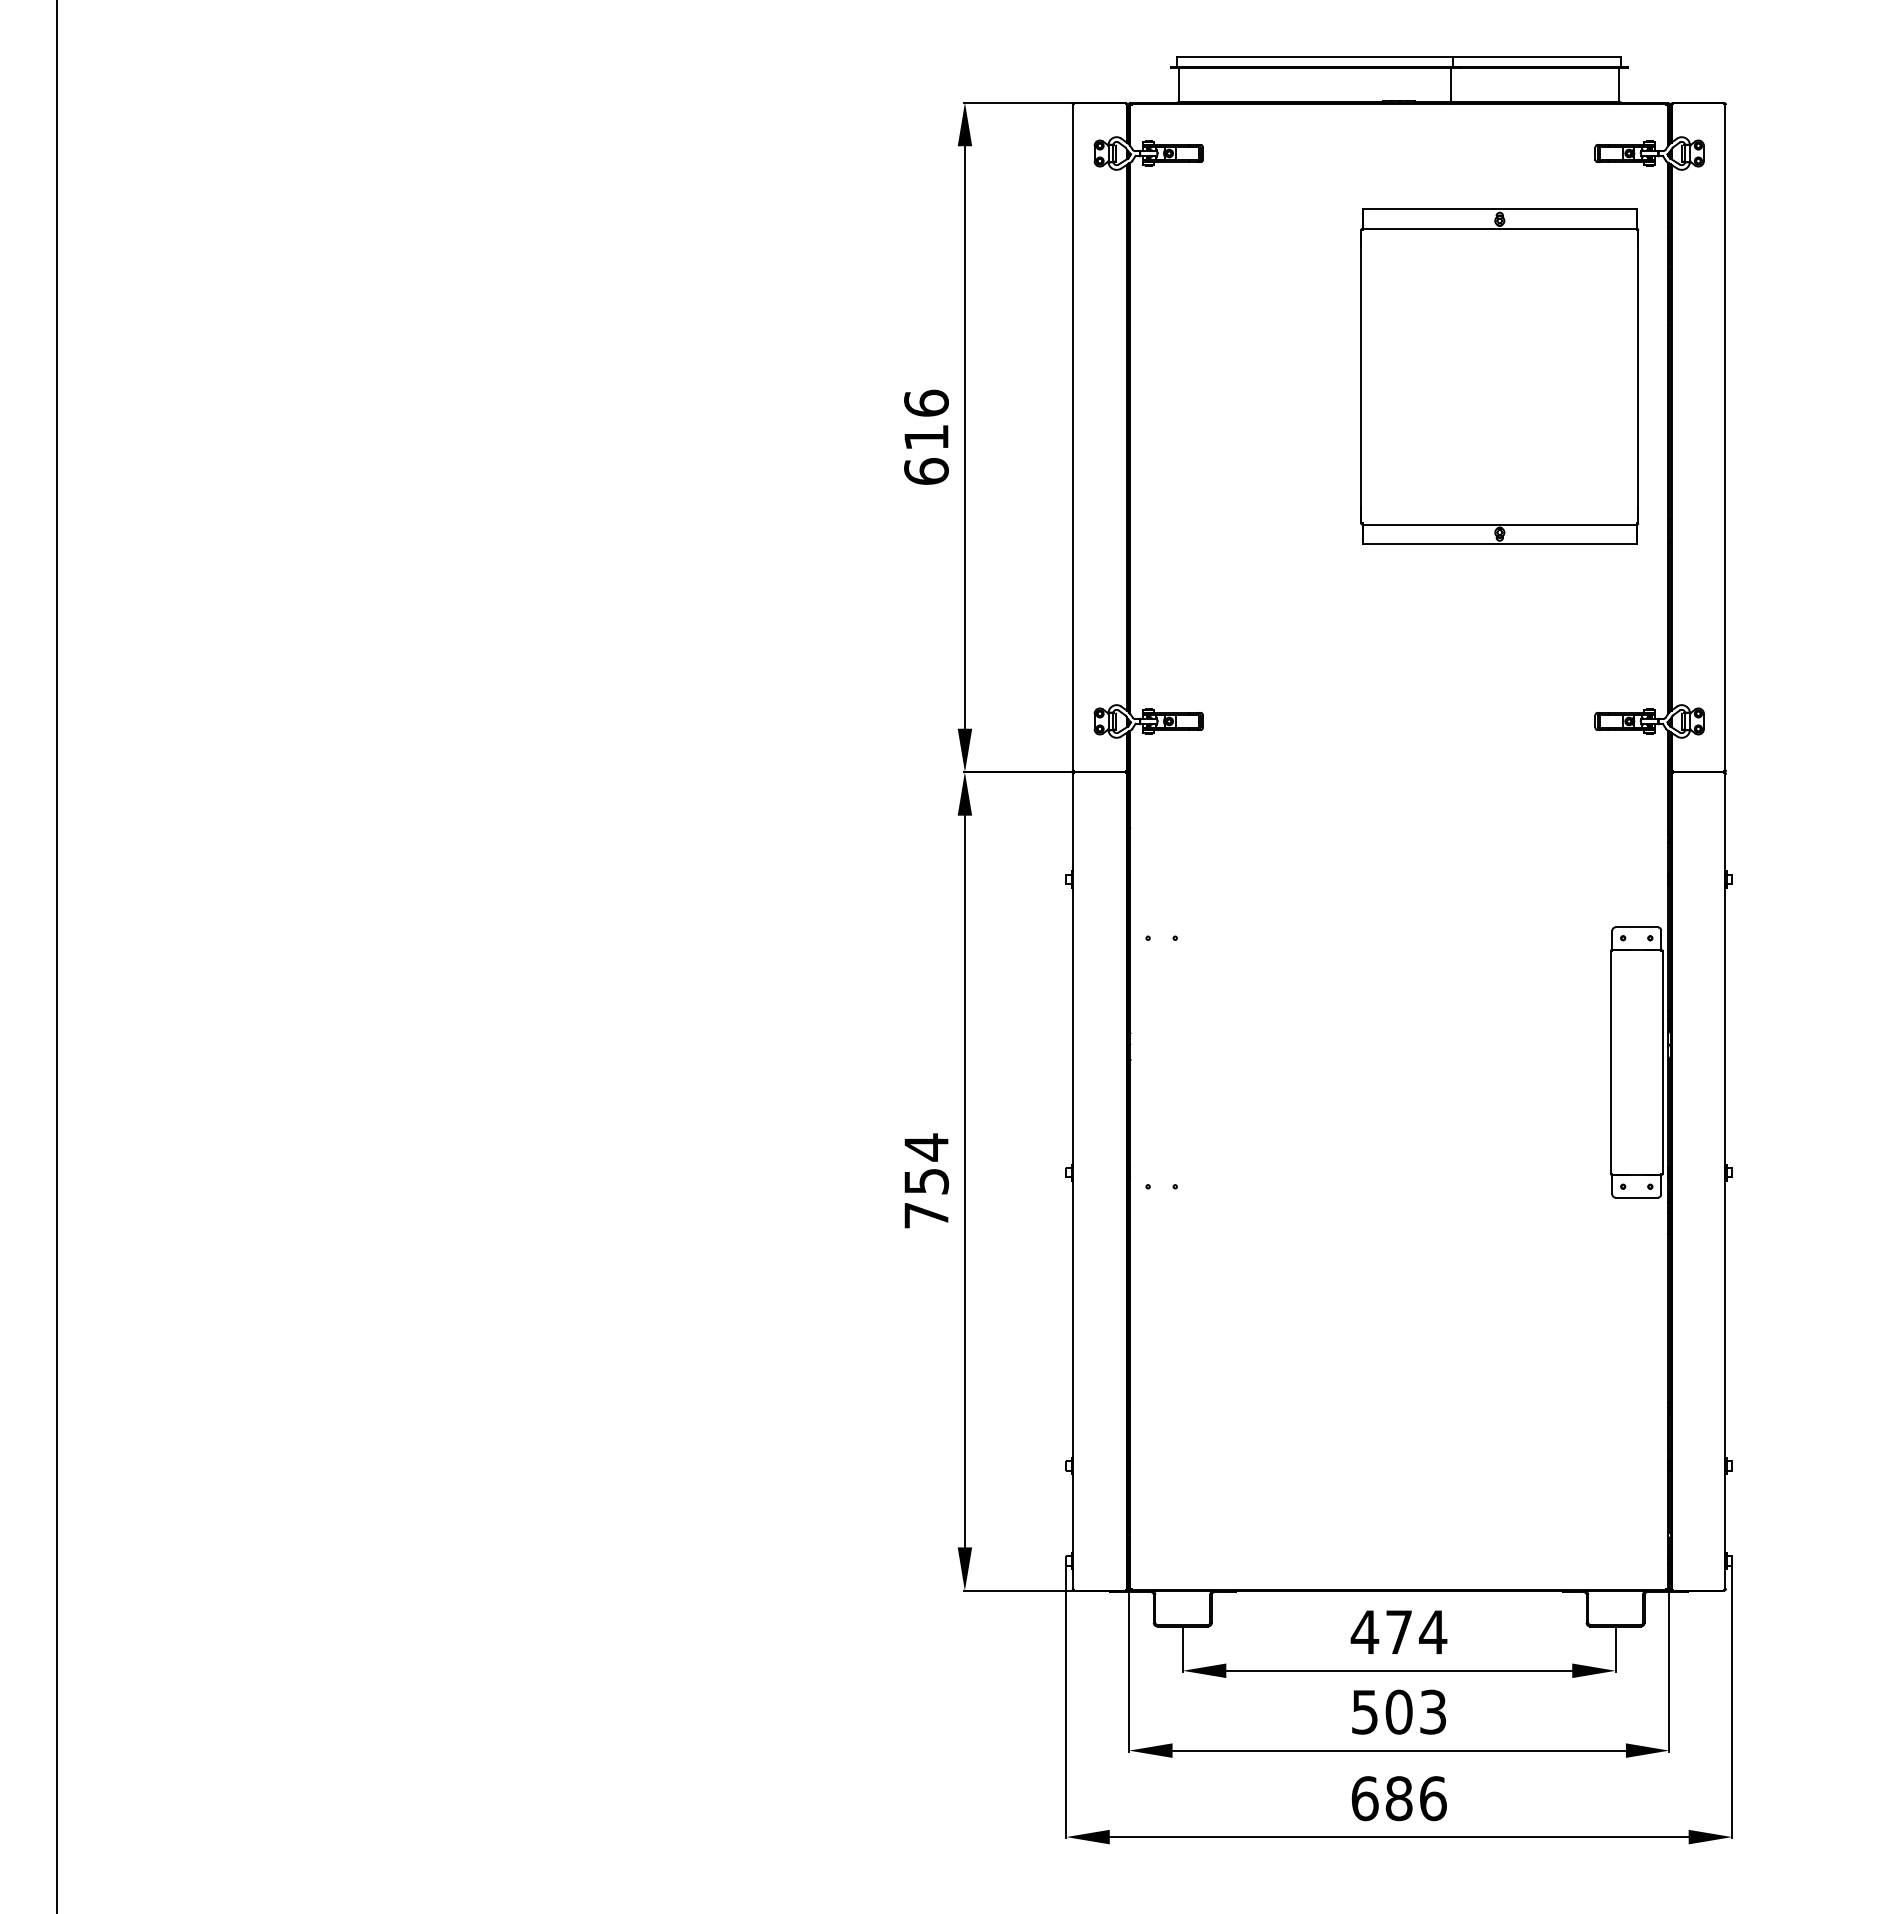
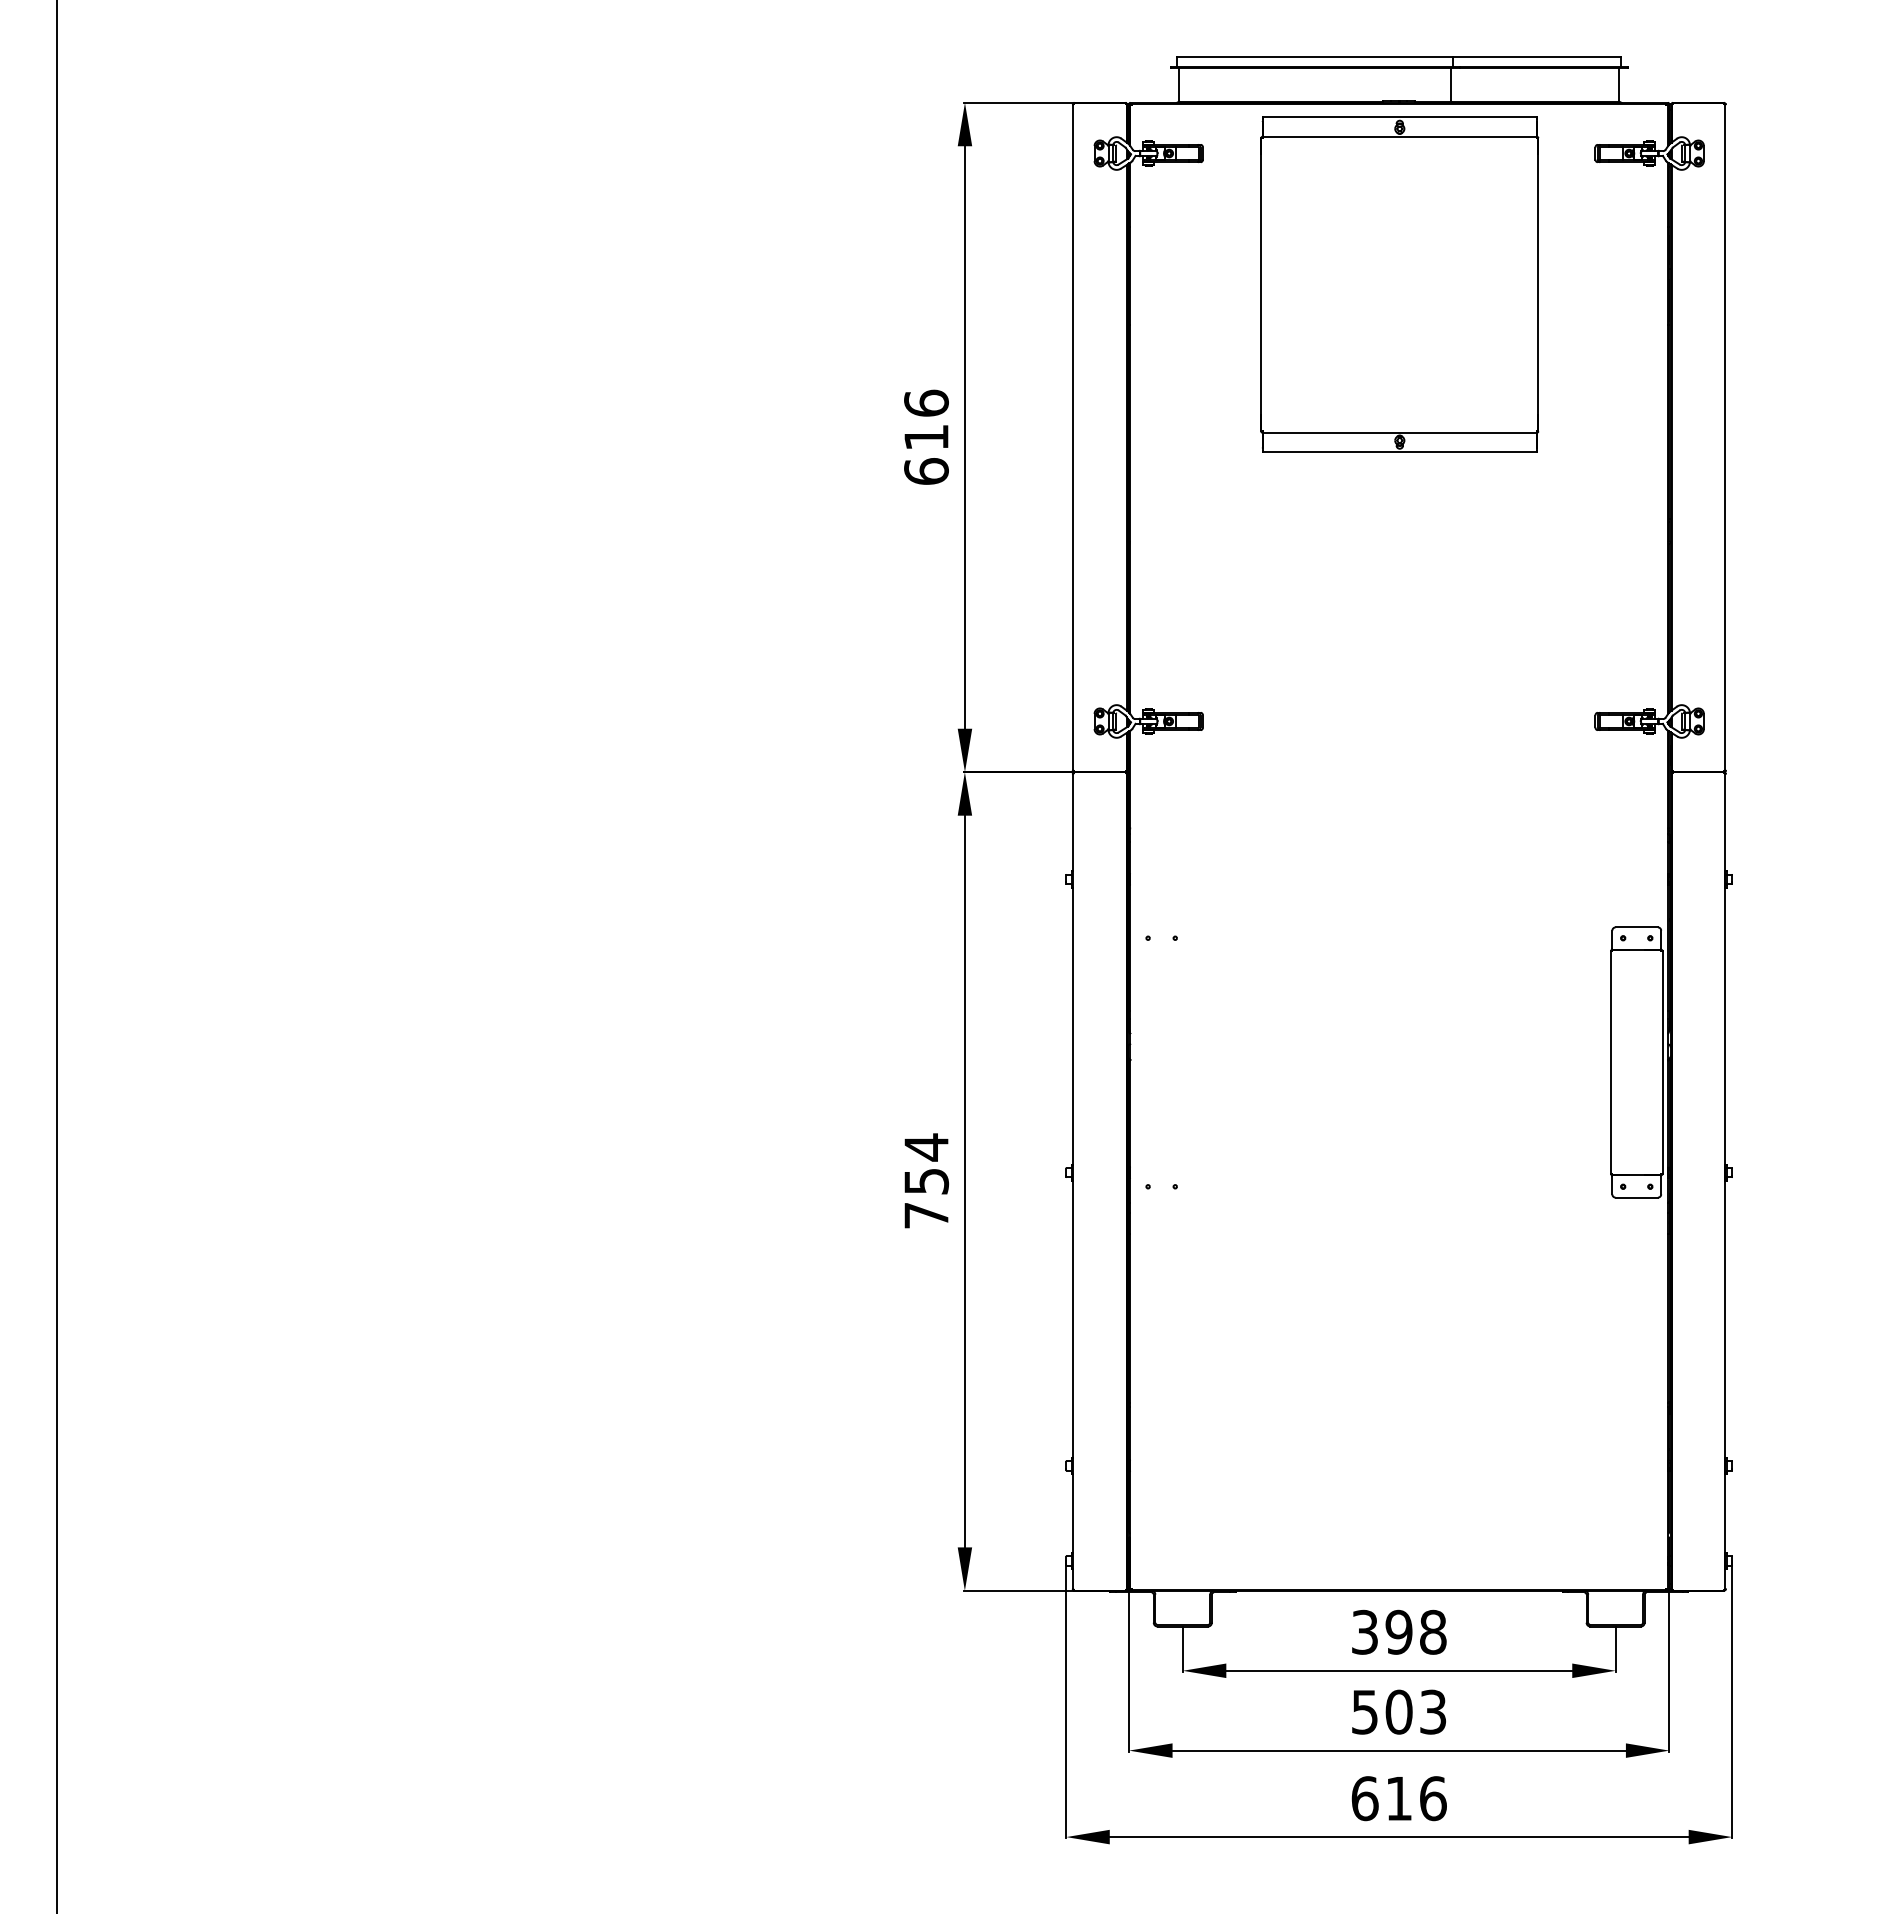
part at (1499, 376) position: (1499, 376) -> (1399, 284)
text at (1398, 1631): 474 -> 398
text at (1398, 1798): 686 -> 616
